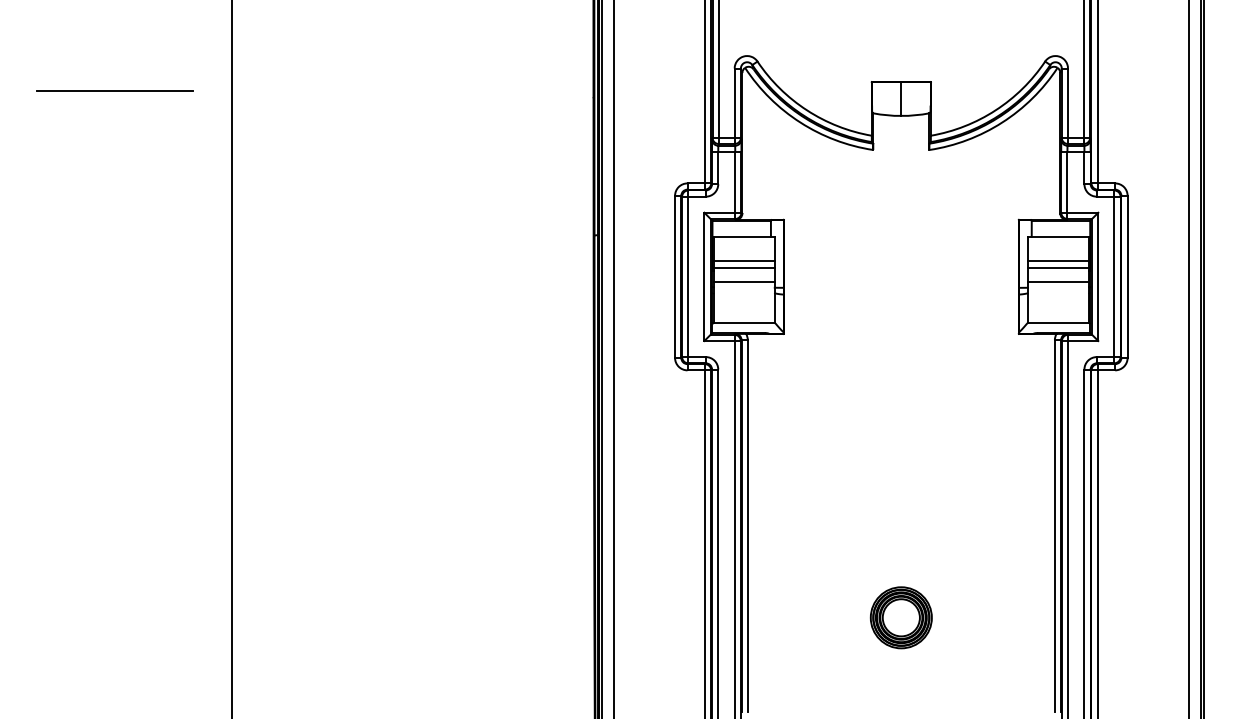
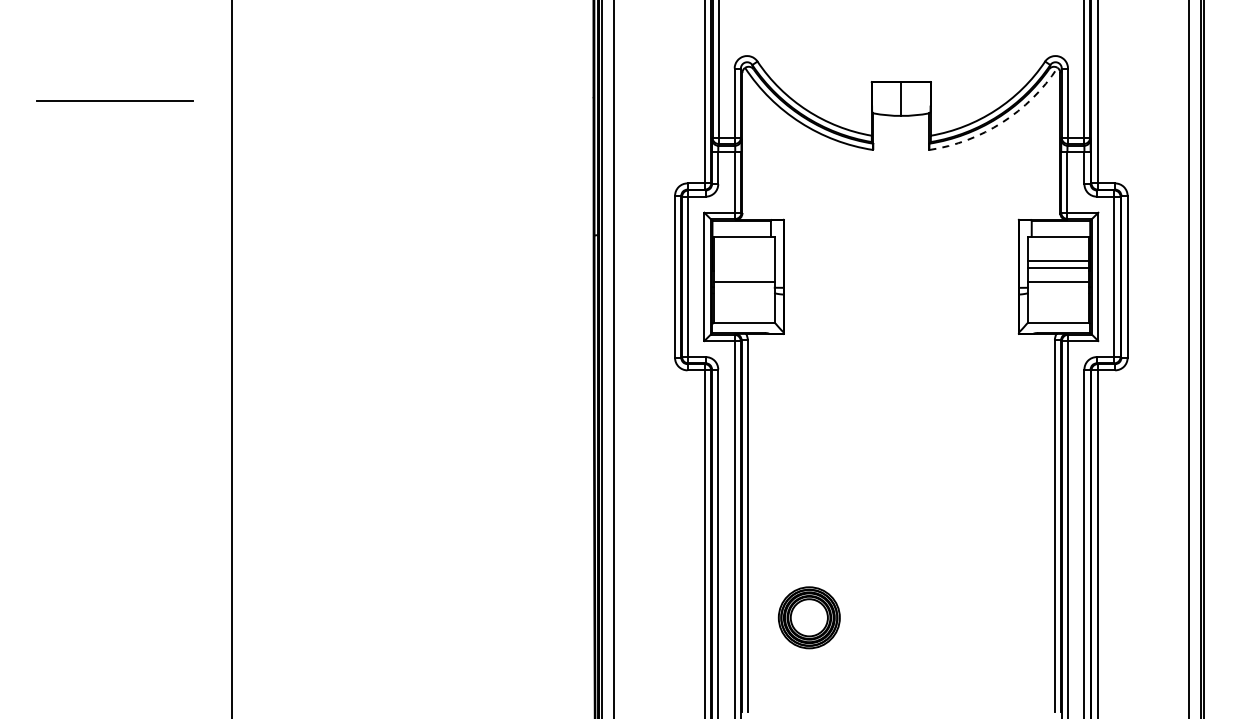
line at (114, 90) position: (114, 90) -> (114, 100)
arc at (1002, 122): solid -> dashed
line at (743, 260): present -> none
line at (743, 267): present -> none
part at (900, 617) position: (900, 617) -> (808, 617)
